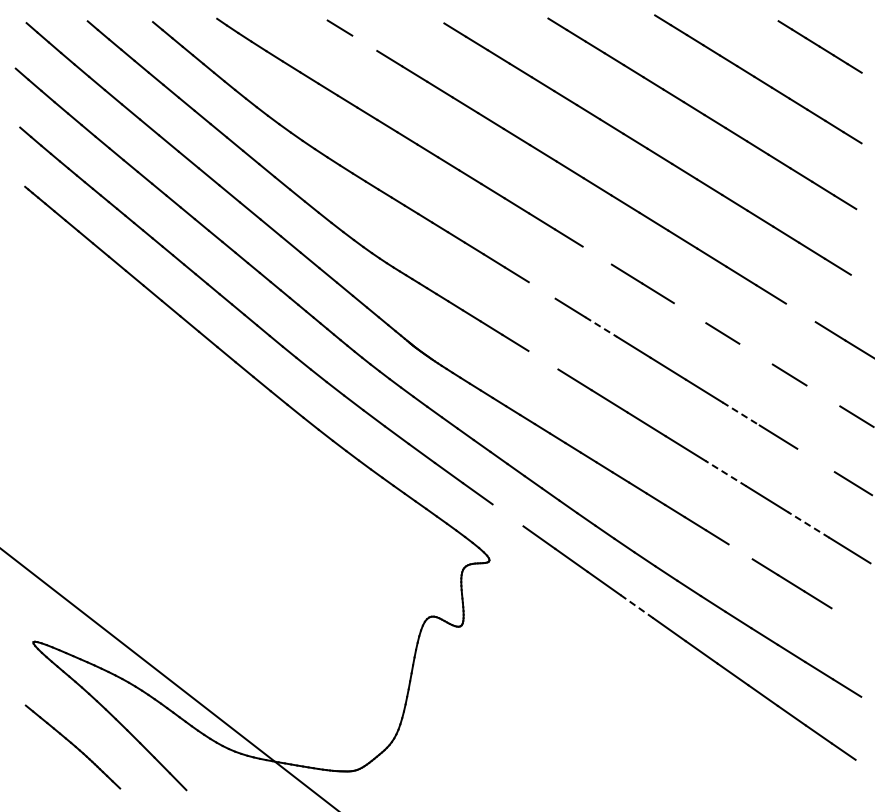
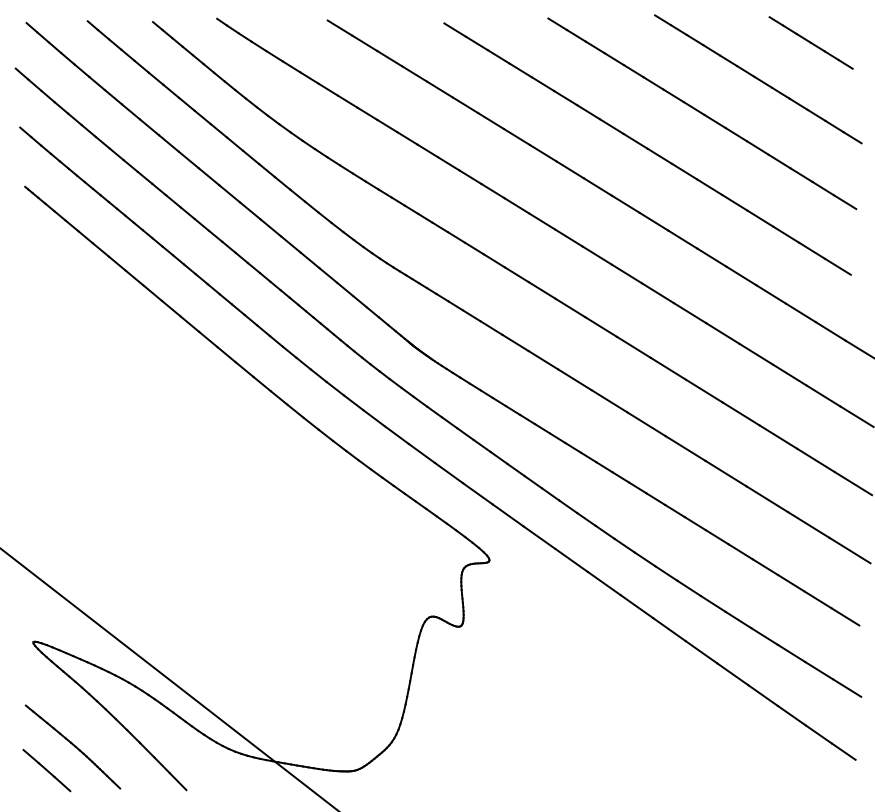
line at (364, 42): none -> present
line at (819, 46) position: (819, 46) -> (810, 42)
line at (596, 255): none -> present
line at (541, 290): none -> present
line at (800, 312): none -> present
line at (689, 313): none -> present
line at (601, 326): dashed -> solid
line at (755, 353): none -> present
line at (543, 359): none -> present
line at (823, 395): none -> present
line at (741, 413): dashed -> solid
line at (815, 460): none -> present
line at (725, 473): dashed -> solid
line at (507, 515): none -> present
line at (808, 524): dashed -> solid
line at (740, 551): none -> present
line at (637, 606): dashed -> solid
line at (845, 616): none -> present
line at (46, 770): none -> present
